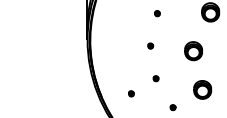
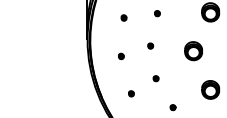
part at (123, 17): none -> present
part at (121, 56): none -> present
part at (202, 89) position: (202, 89) -> (210, 89)
